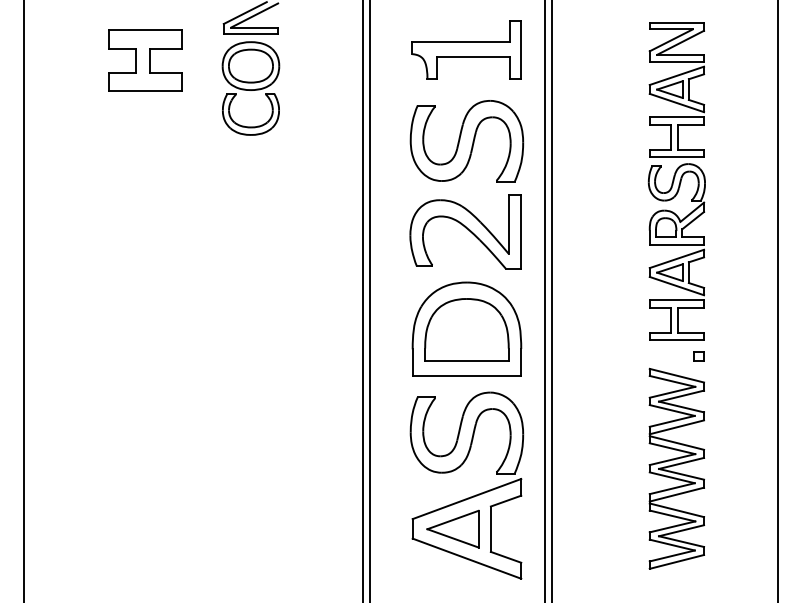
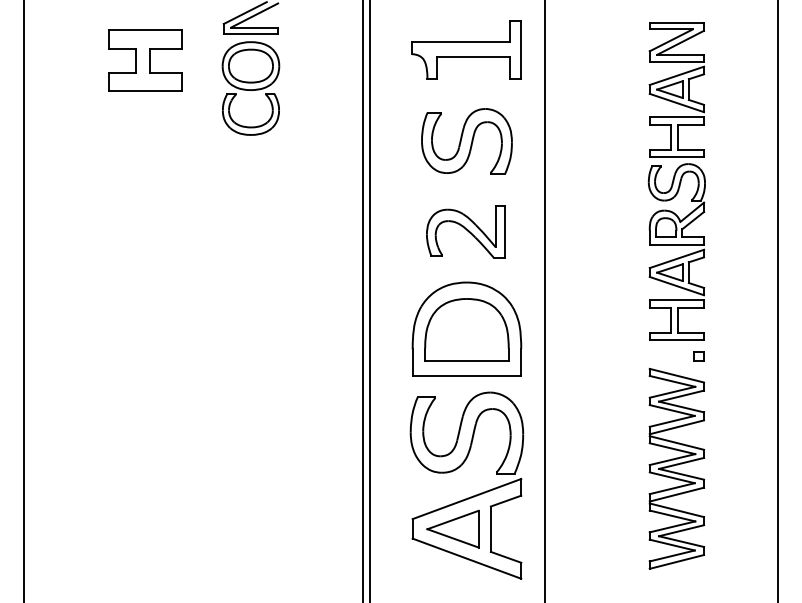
part at (466, 141) size: 116x83 px -> 92x67 px
part at (465, 231) size: 113x76 px -> 80x54 px
line at (551, 300): present -> none
